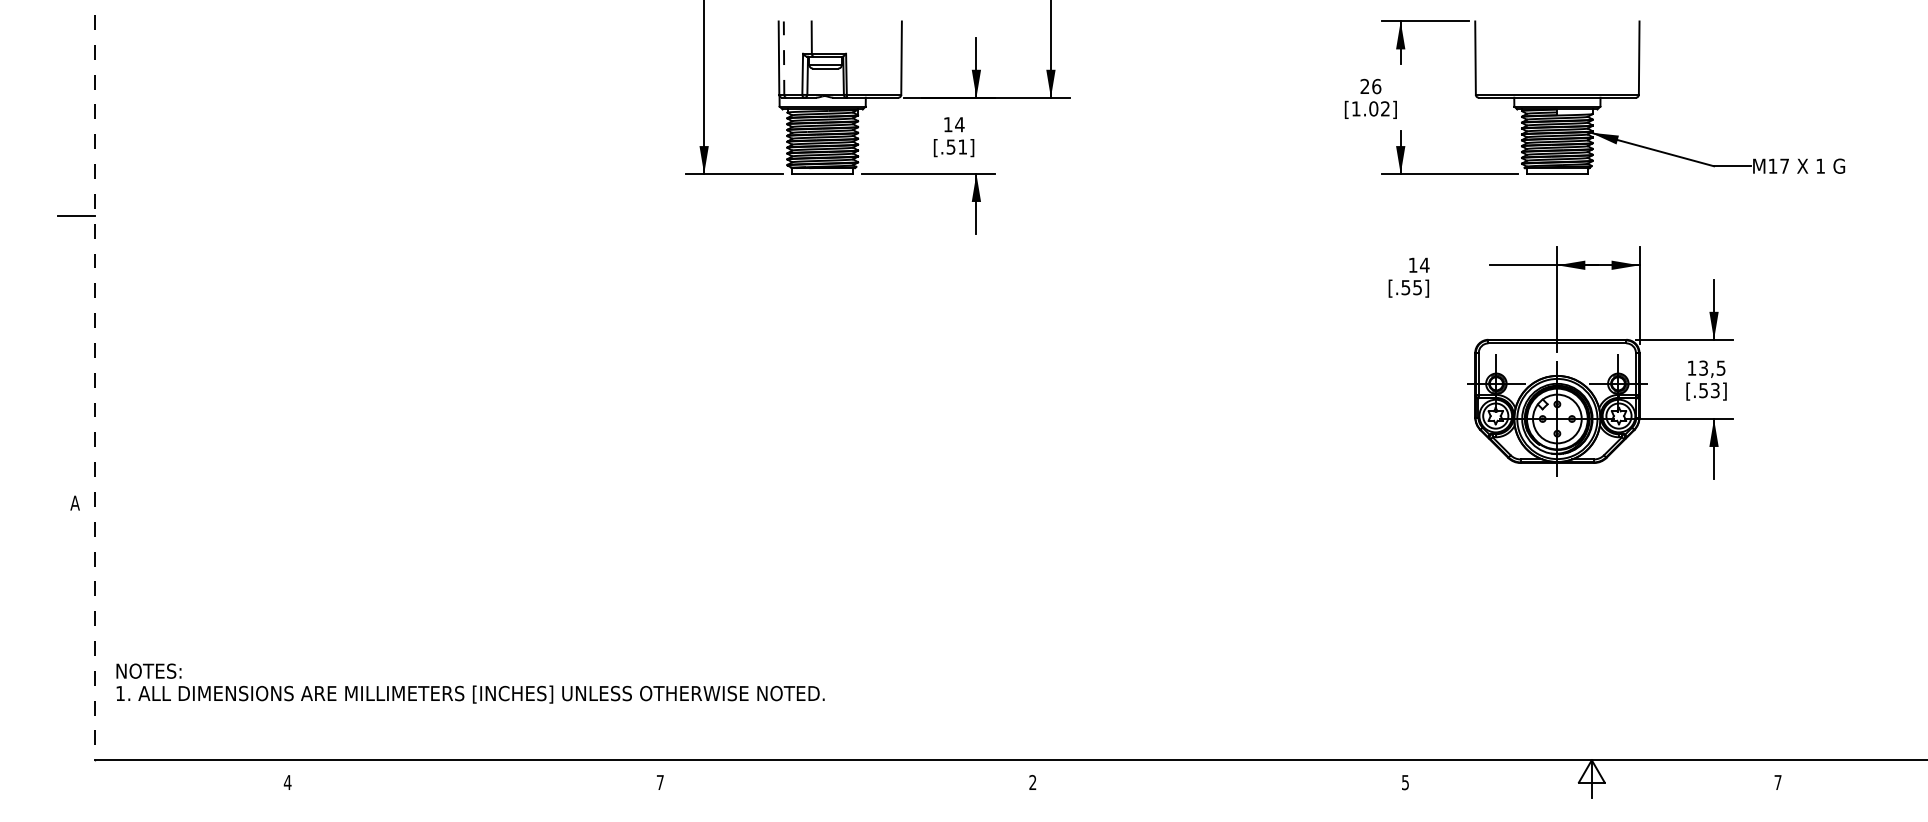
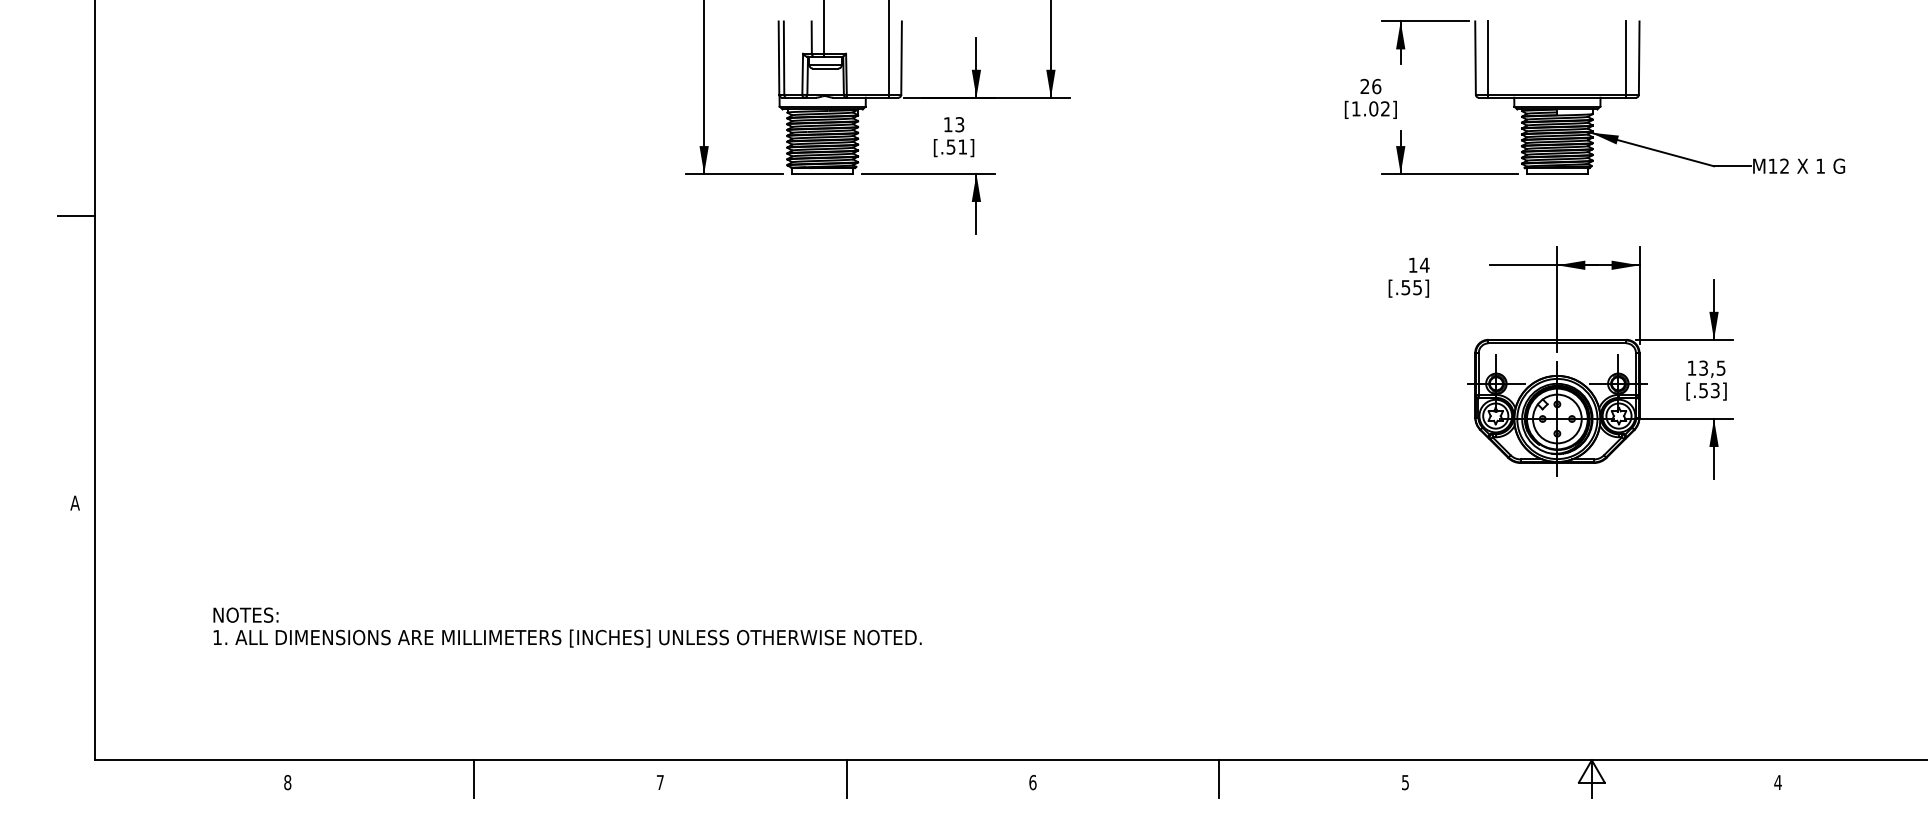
line at (824, 29): none -> present
line at (888, 49): none -> present
line at (784, 58): dashed -> solid
line at (1488, 59): none -> present
line at (1626, 59): none -> present
text at (959, 124): 14 -> 13
text at (1784, 165): M17 -> M12
line at (95, 380): dashed -> solid
text at (470, 683) position: (470, 683) -> (567, 627)
line at (474, 778): none -> present
line at (846, 778): none -> present
line at (1219, 778): none -> present
text at (287, 782): 4 -> 8
text at (1032, 782): 2 -> 6
text at (1777, 782): 7 -> 4
